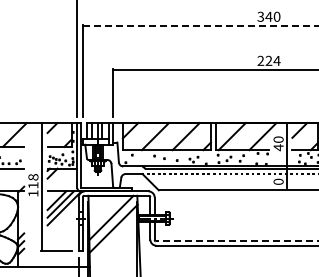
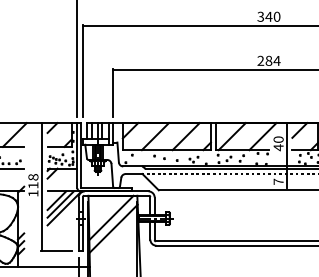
line at (200, 25): dashed -> solid
text at (268, 60): 224 -> 284
text at (278, 181): 0 -> 7
line at (236, 241): dashed -> solid
